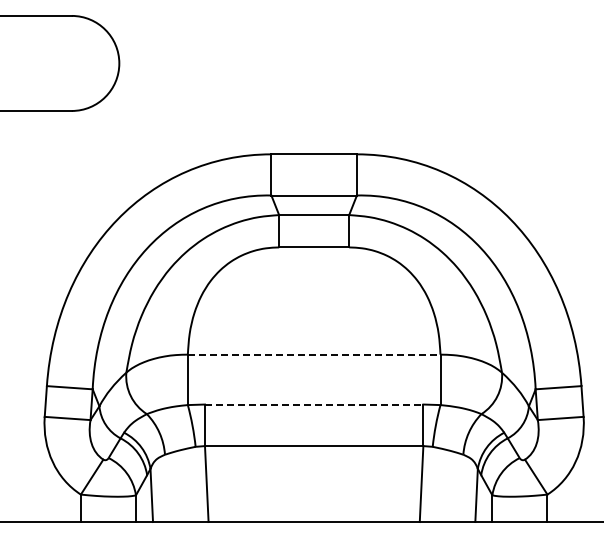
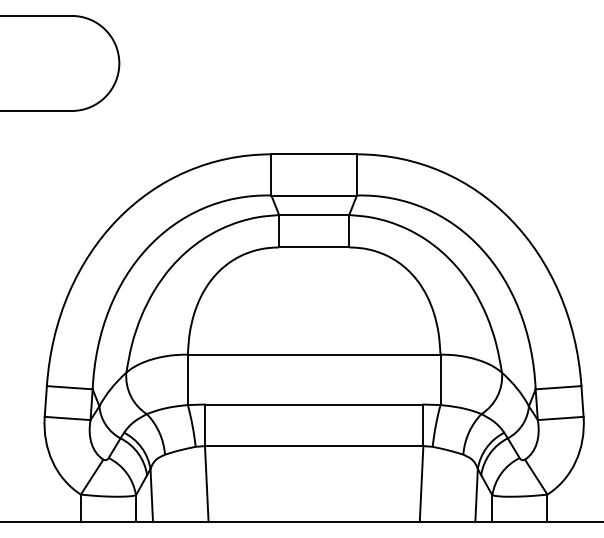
line at (314, 354): dashed -> solid
line at (314, 404): dashed -> solid
